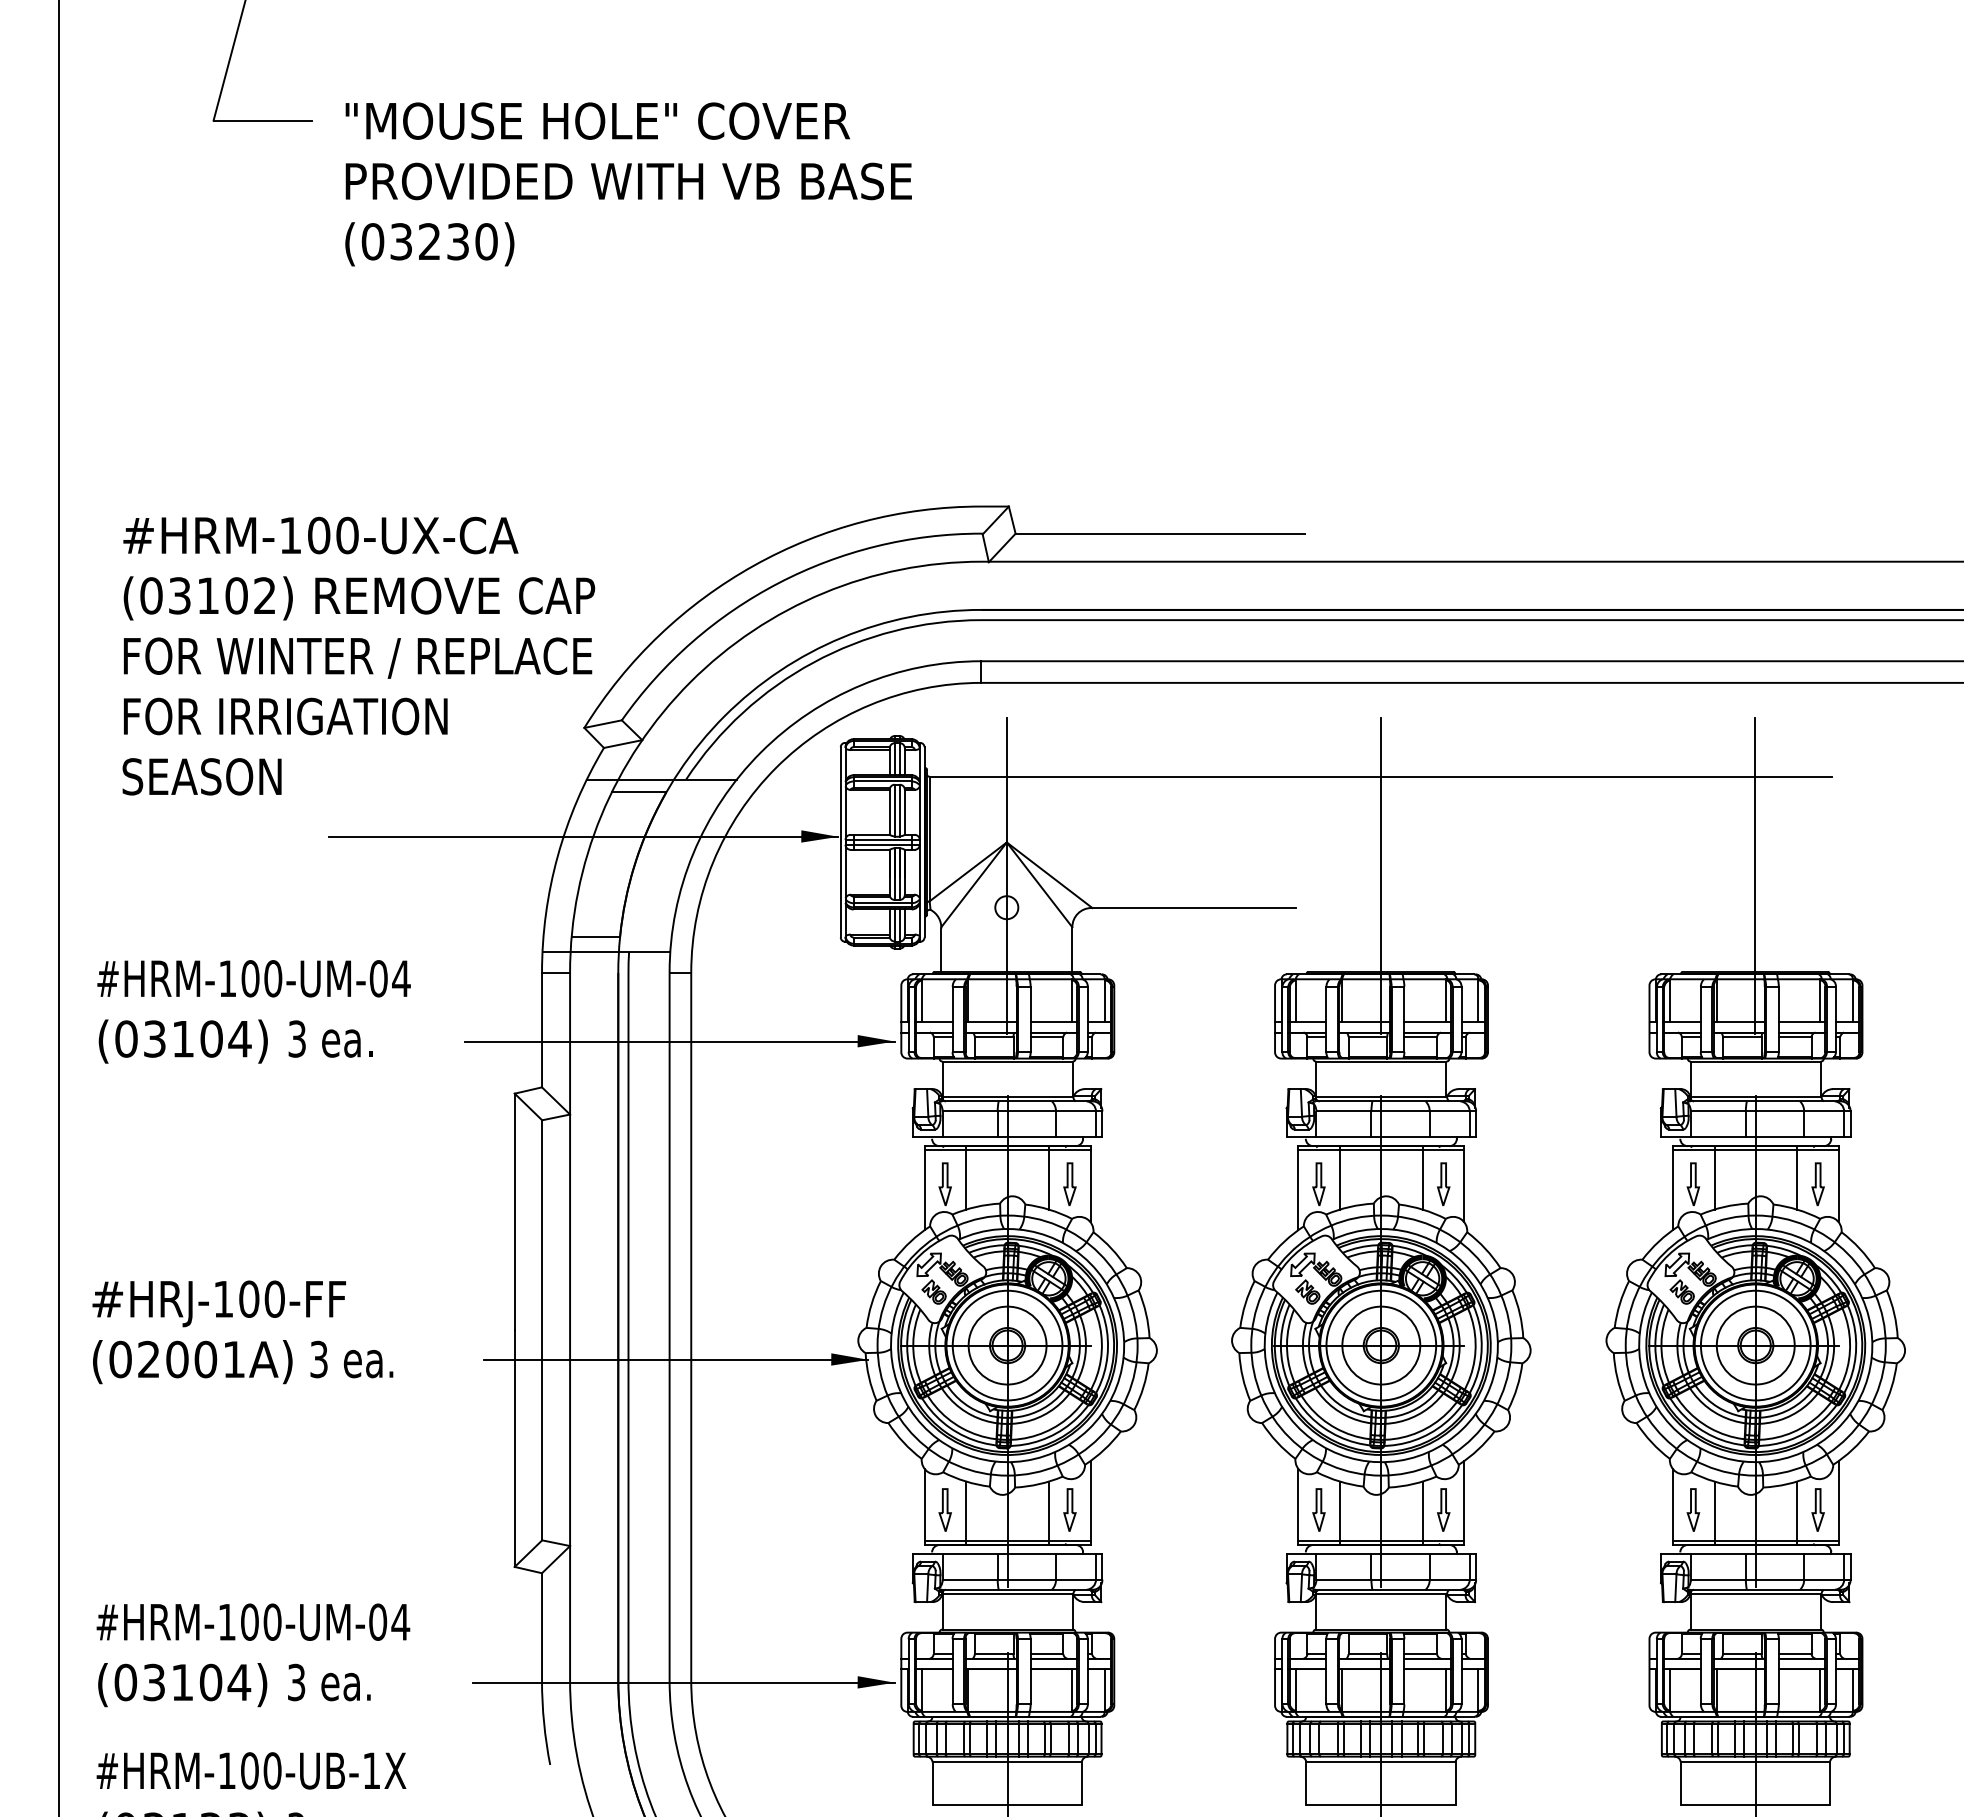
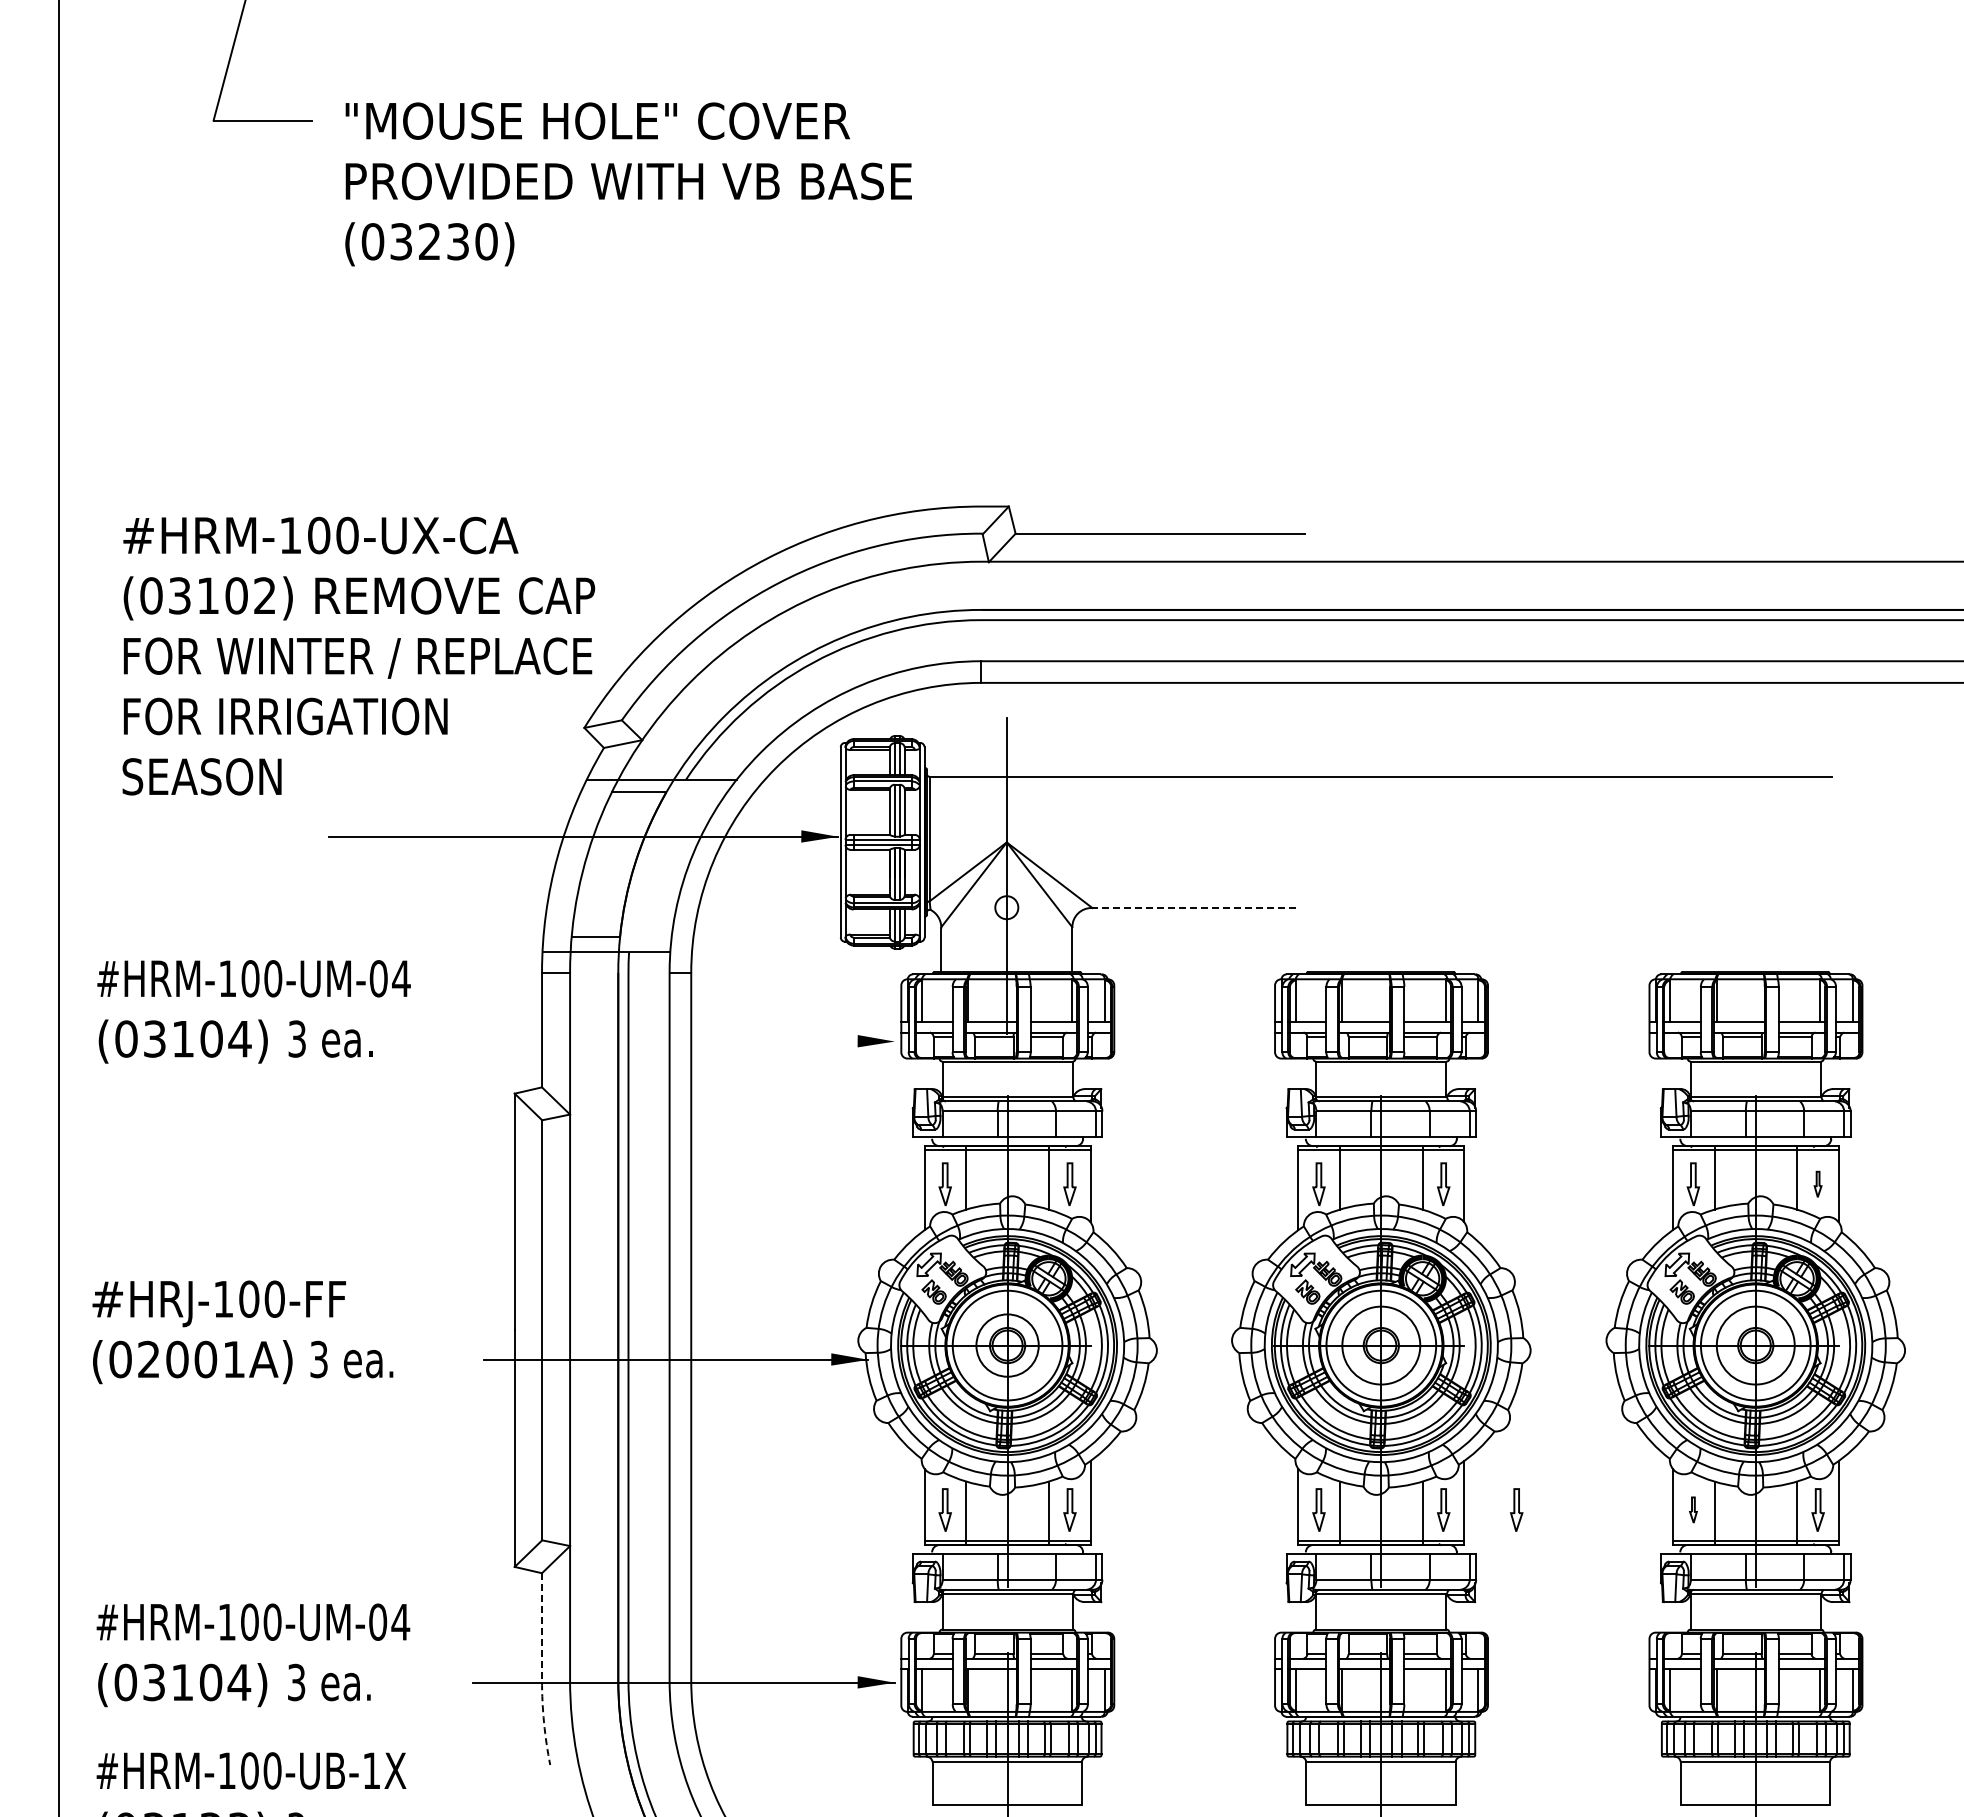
line at (1380, 875): present -> none
line at (1754, 875): present -> none
line at (1194, 908): solid -> dashed
line at (679, 1041): present -> none
part at (1817, 1184) size: 14x45 px -> 10x28 px
circle at (1007, 1345) diameter: 78 px -> 62 px
part at (1516, 1509): none -> present
part at (1693, 1509) size: 15x44 px -> 9x28 px
line at (542, 1672): solid -> dashed
